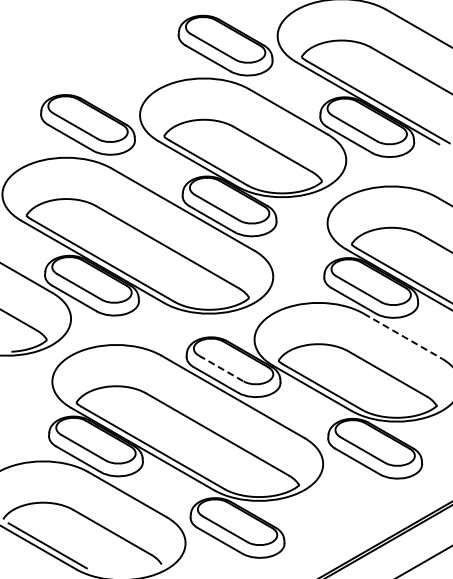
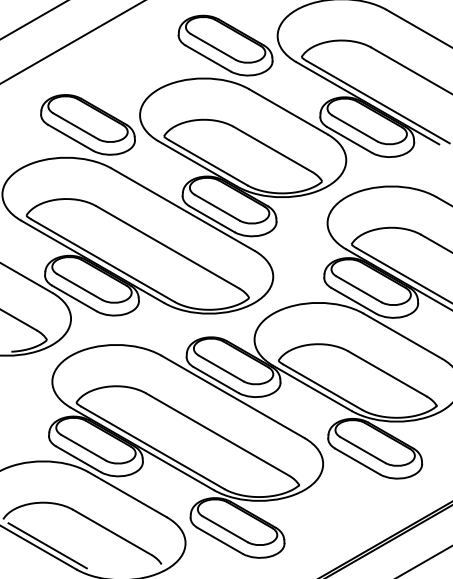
line at (33, 20): none -> present
line at (72, 42): none -> present
line at (403, 336): dashed -> solid
line at (221, 368): dashed -> solid
